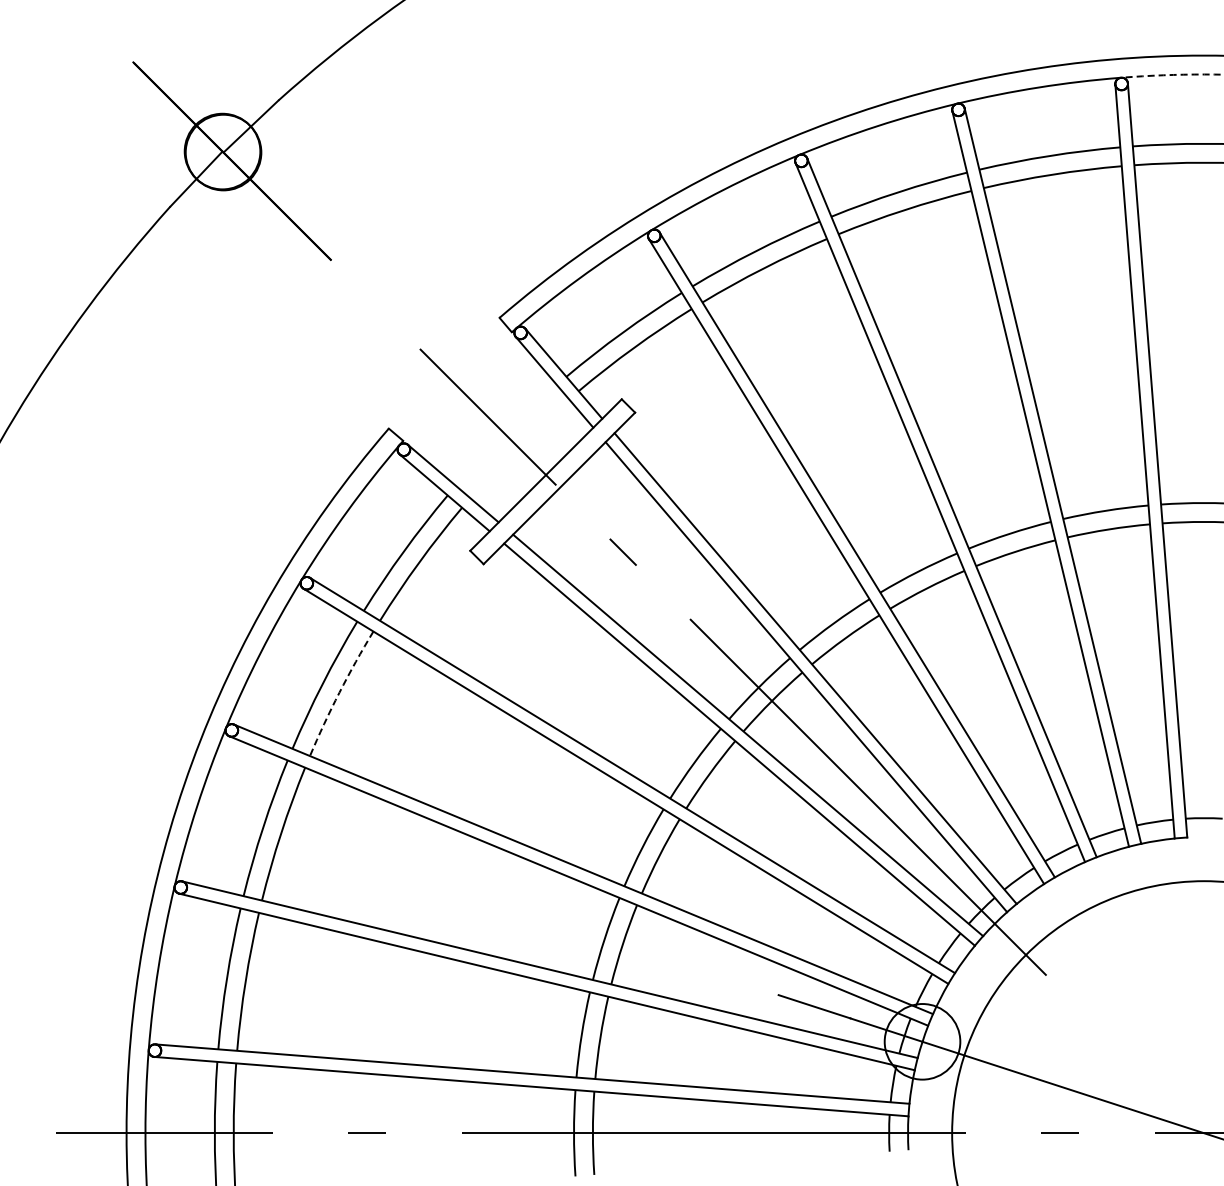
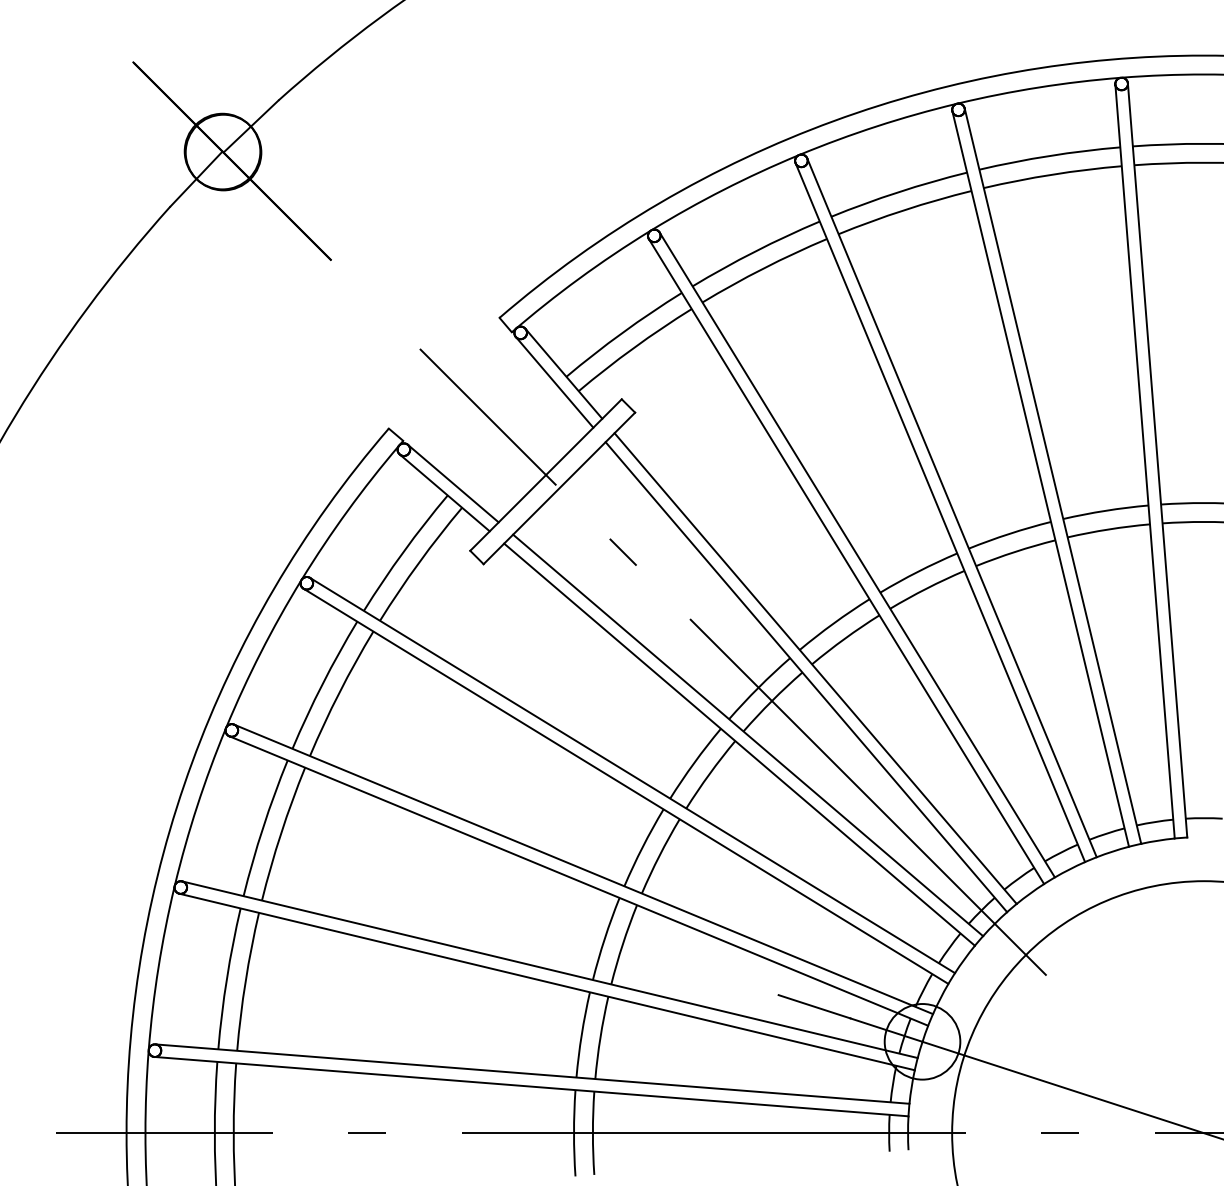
arc at (1173, 75): dashed -> solid
arc at (339, 692): dashed -> solid
